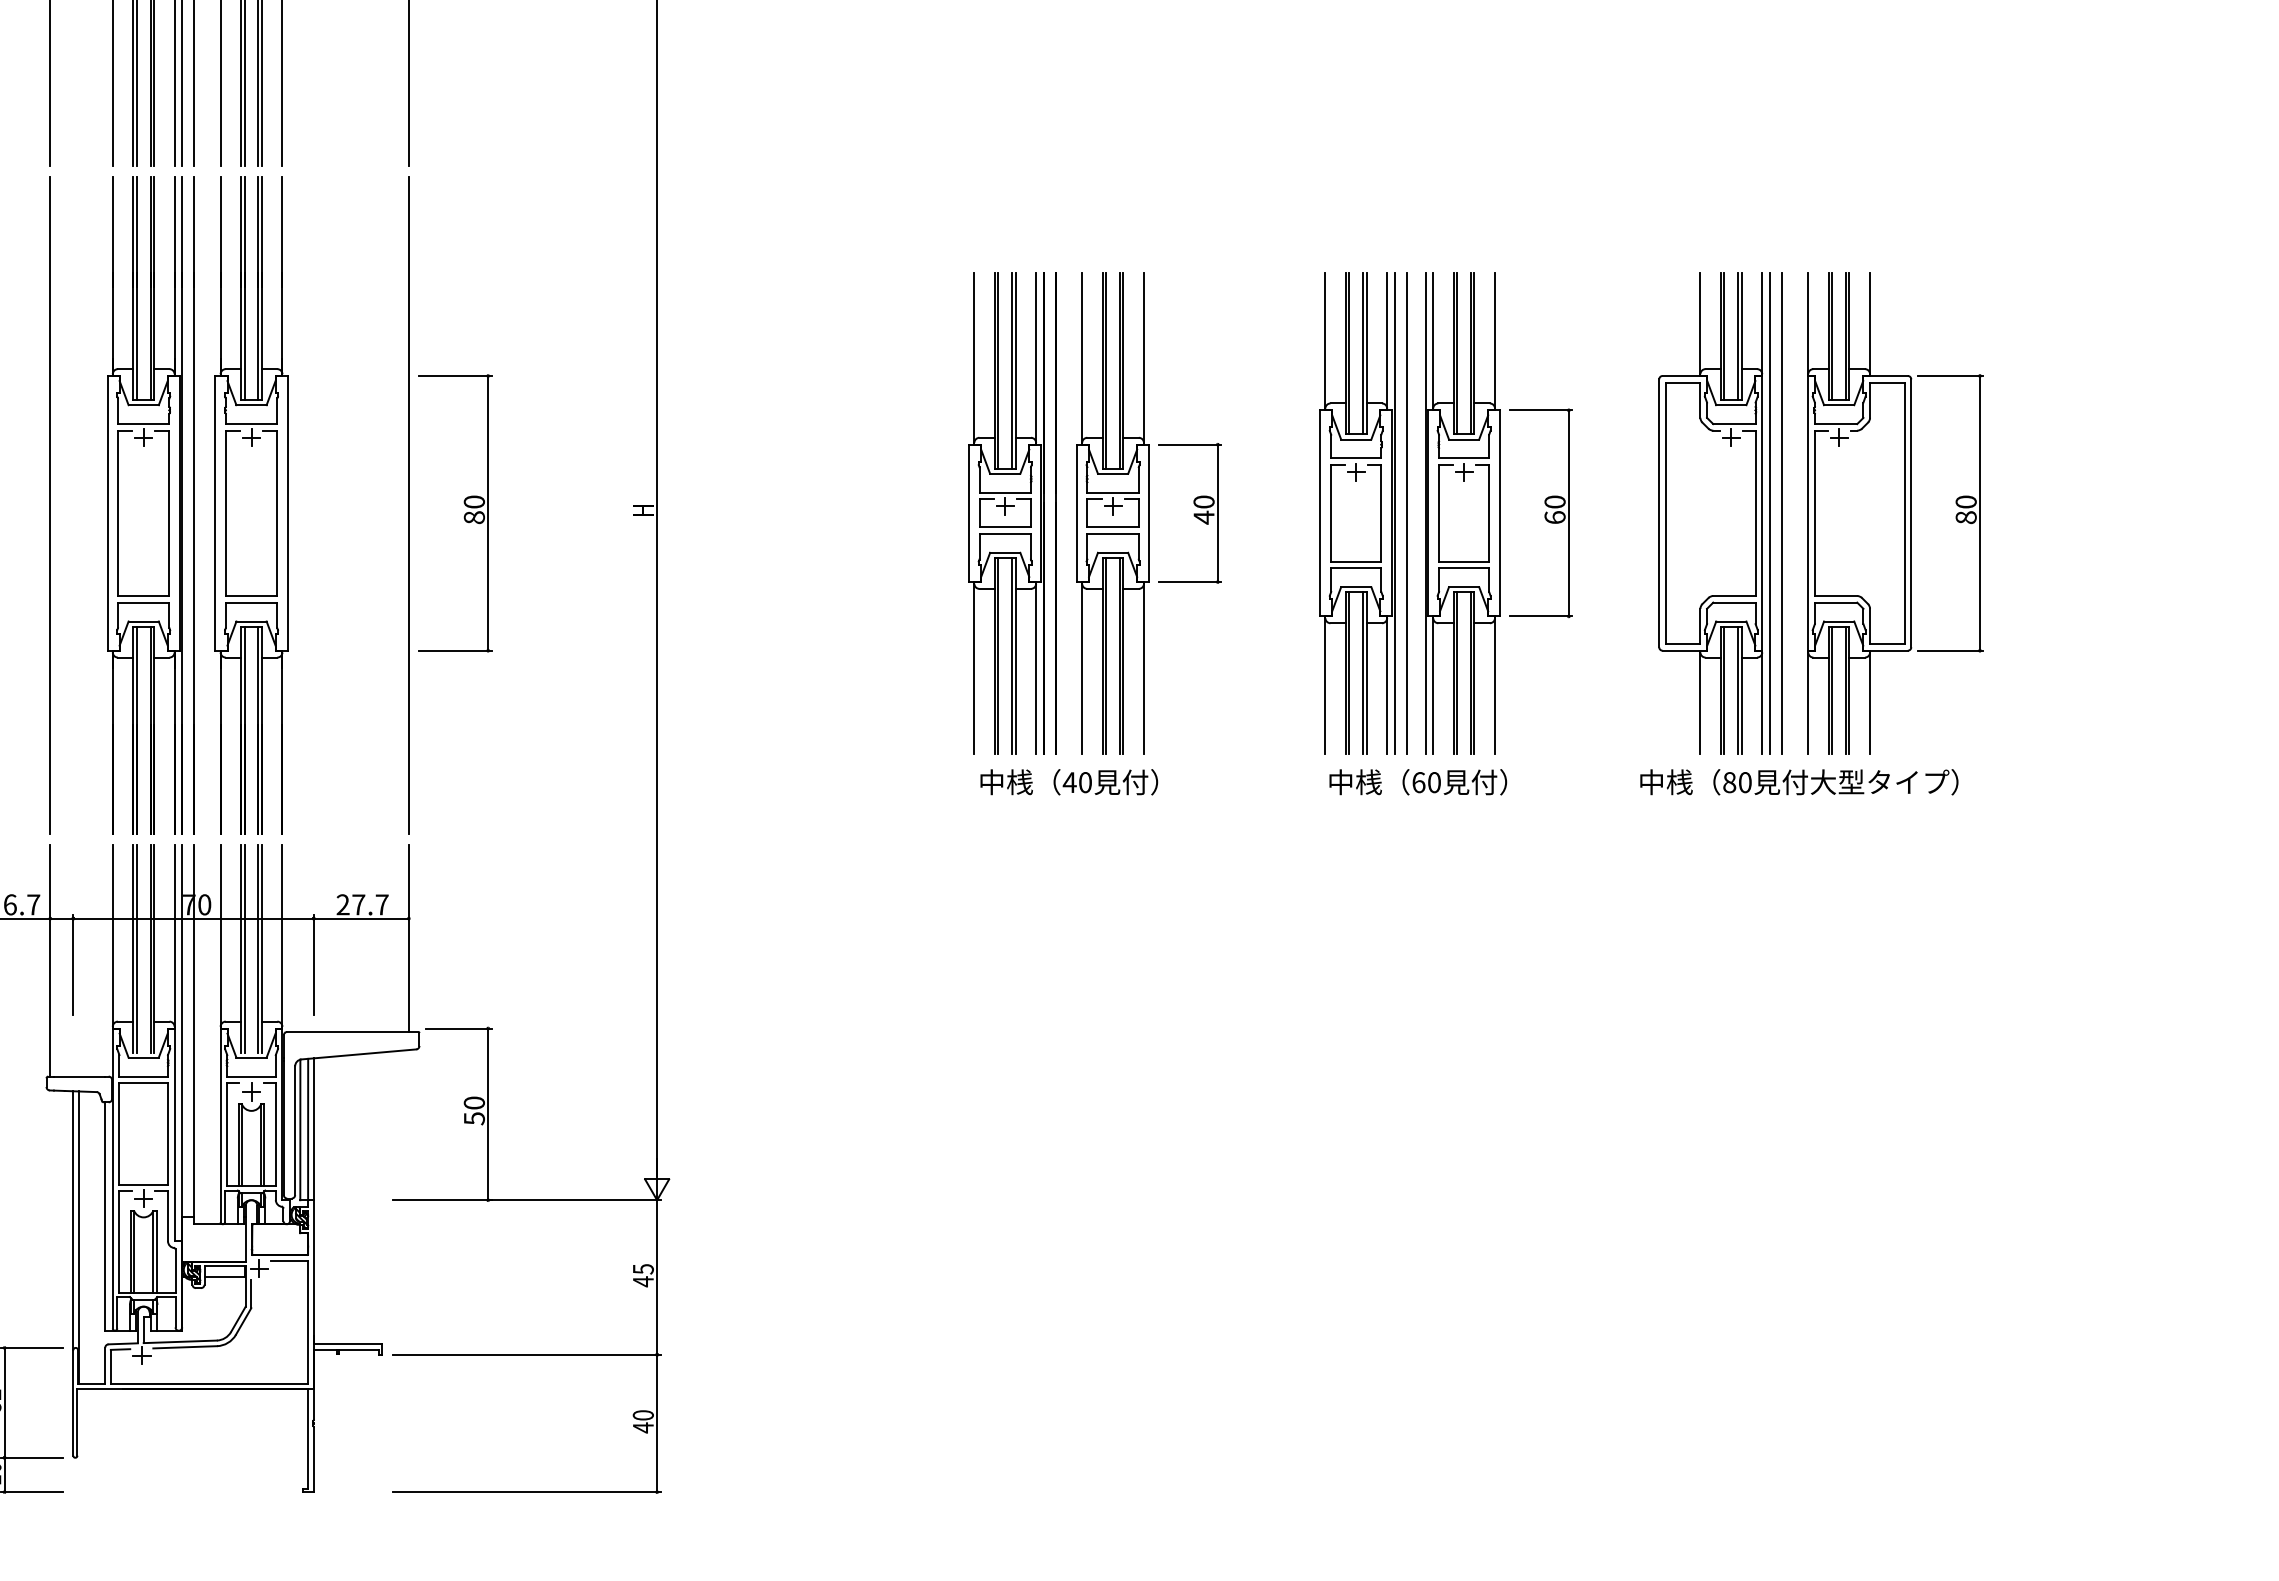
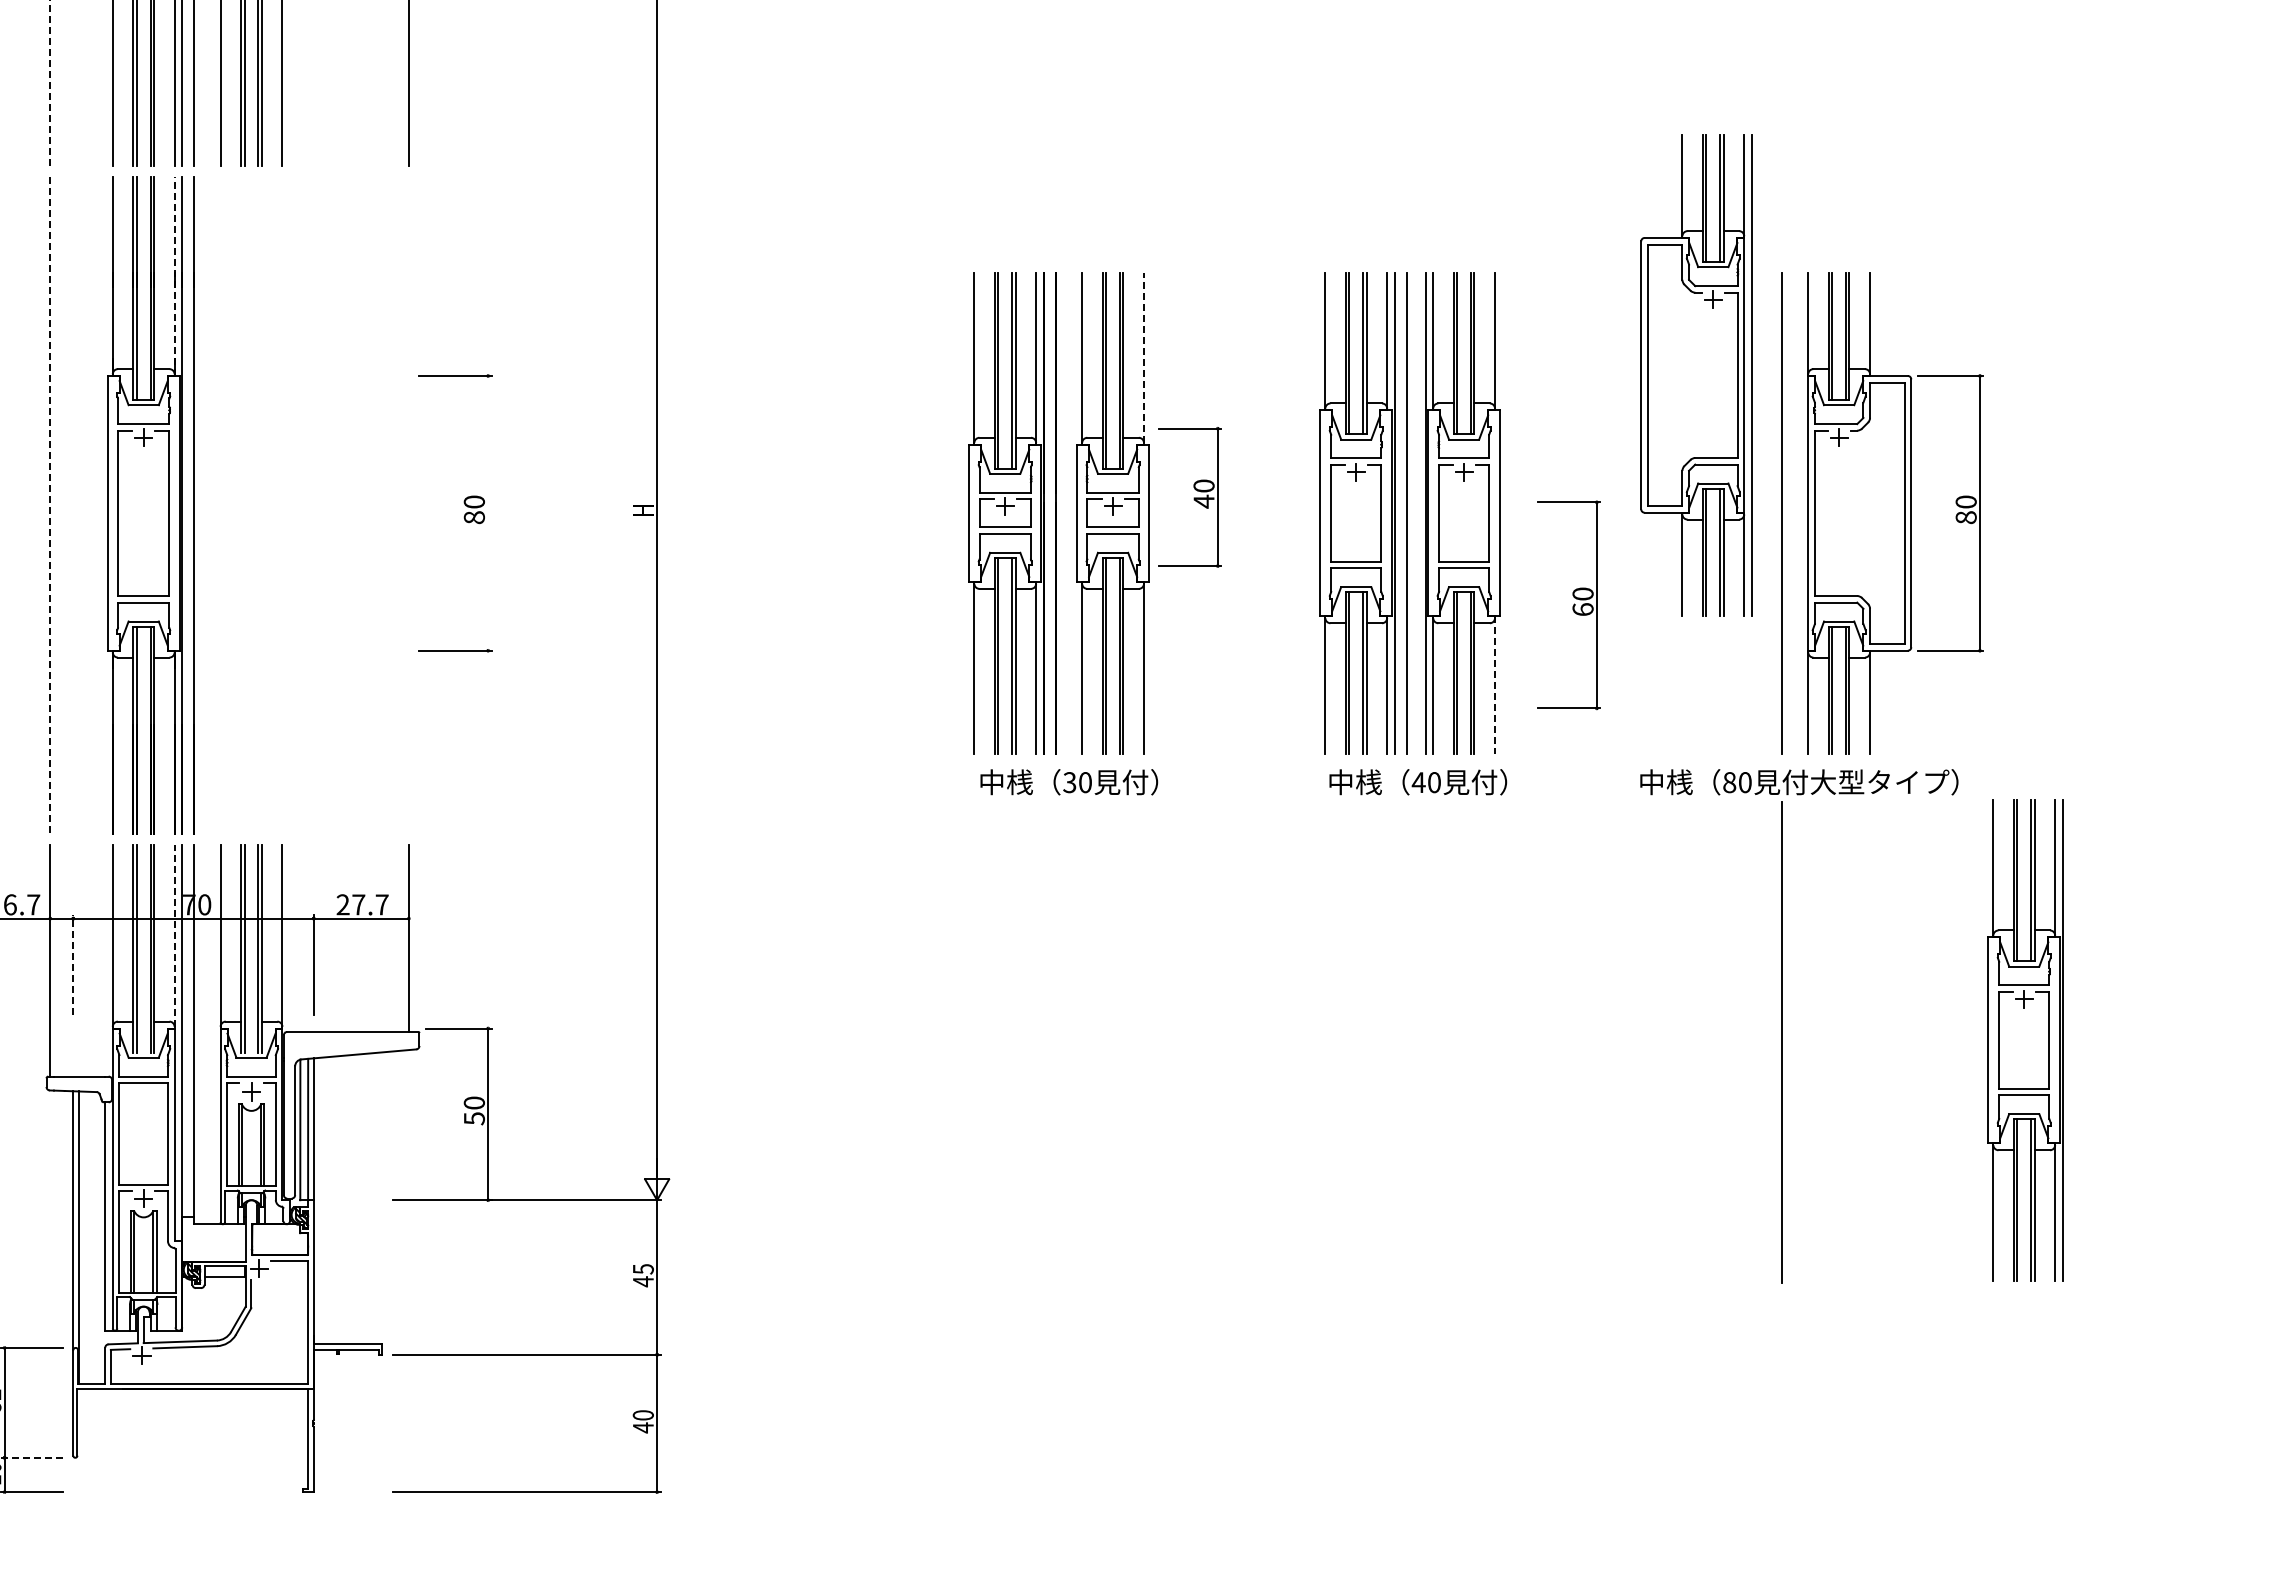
line at (50, 83): solid -> dashed
line at (174, 276): solid -> dashed
line at (1144, 357): solid -> dashed
line at (50, 505): solid -> dashed
part at (251, 505): present -> none
line at (408, 505): present -> none
line at (488, 512): present -> none
part at (1189, 513) position: (1189, 513) -> (1189, 497)
part at (1540, 513) position: (1540, 513) -> (1568, 605)
part at (1714, 513) position: (1714, 513) -> (1696, 375)
line at (1495, 685): solid -> dashed
text at (1069, 782): 40 -> 30
text at (1418, 782): 60 -> 40
line at (174, 935): solid -> dashed
line at (73, 964): solid -> dashed
part at (2025, 1040): none -> present
line at (1781, 1042): none -> present
line at (32, 1457): solid -> dashed
